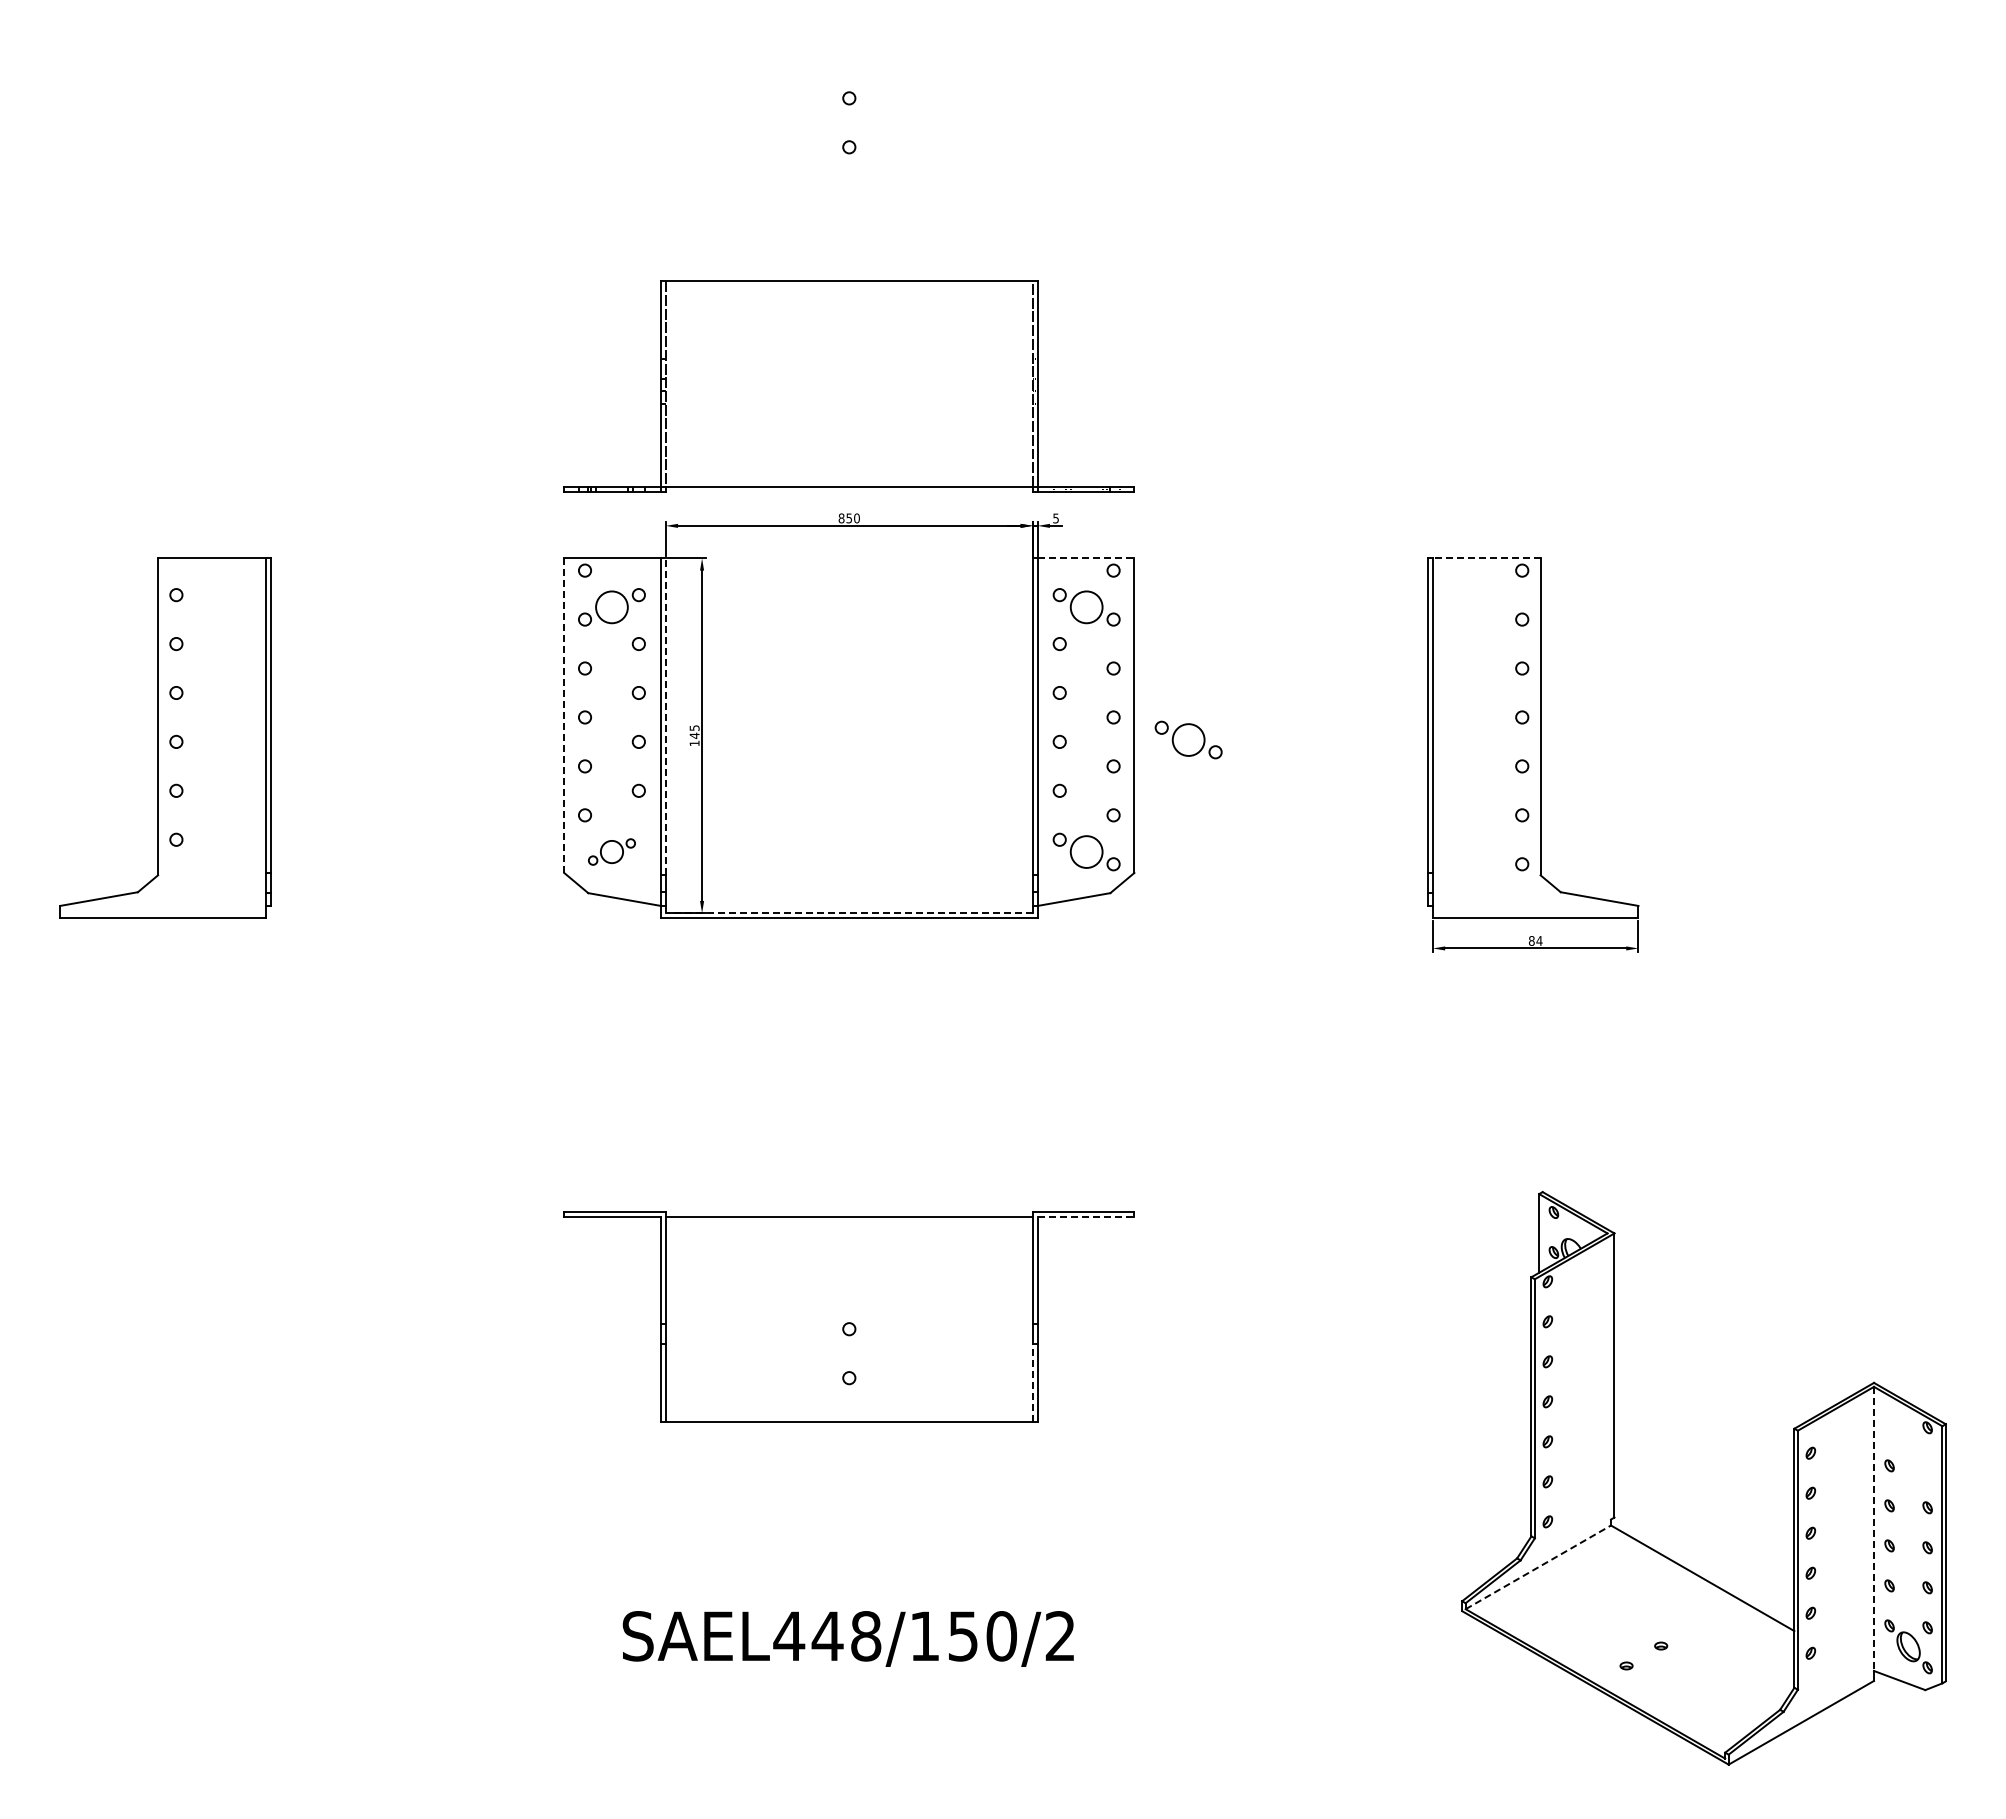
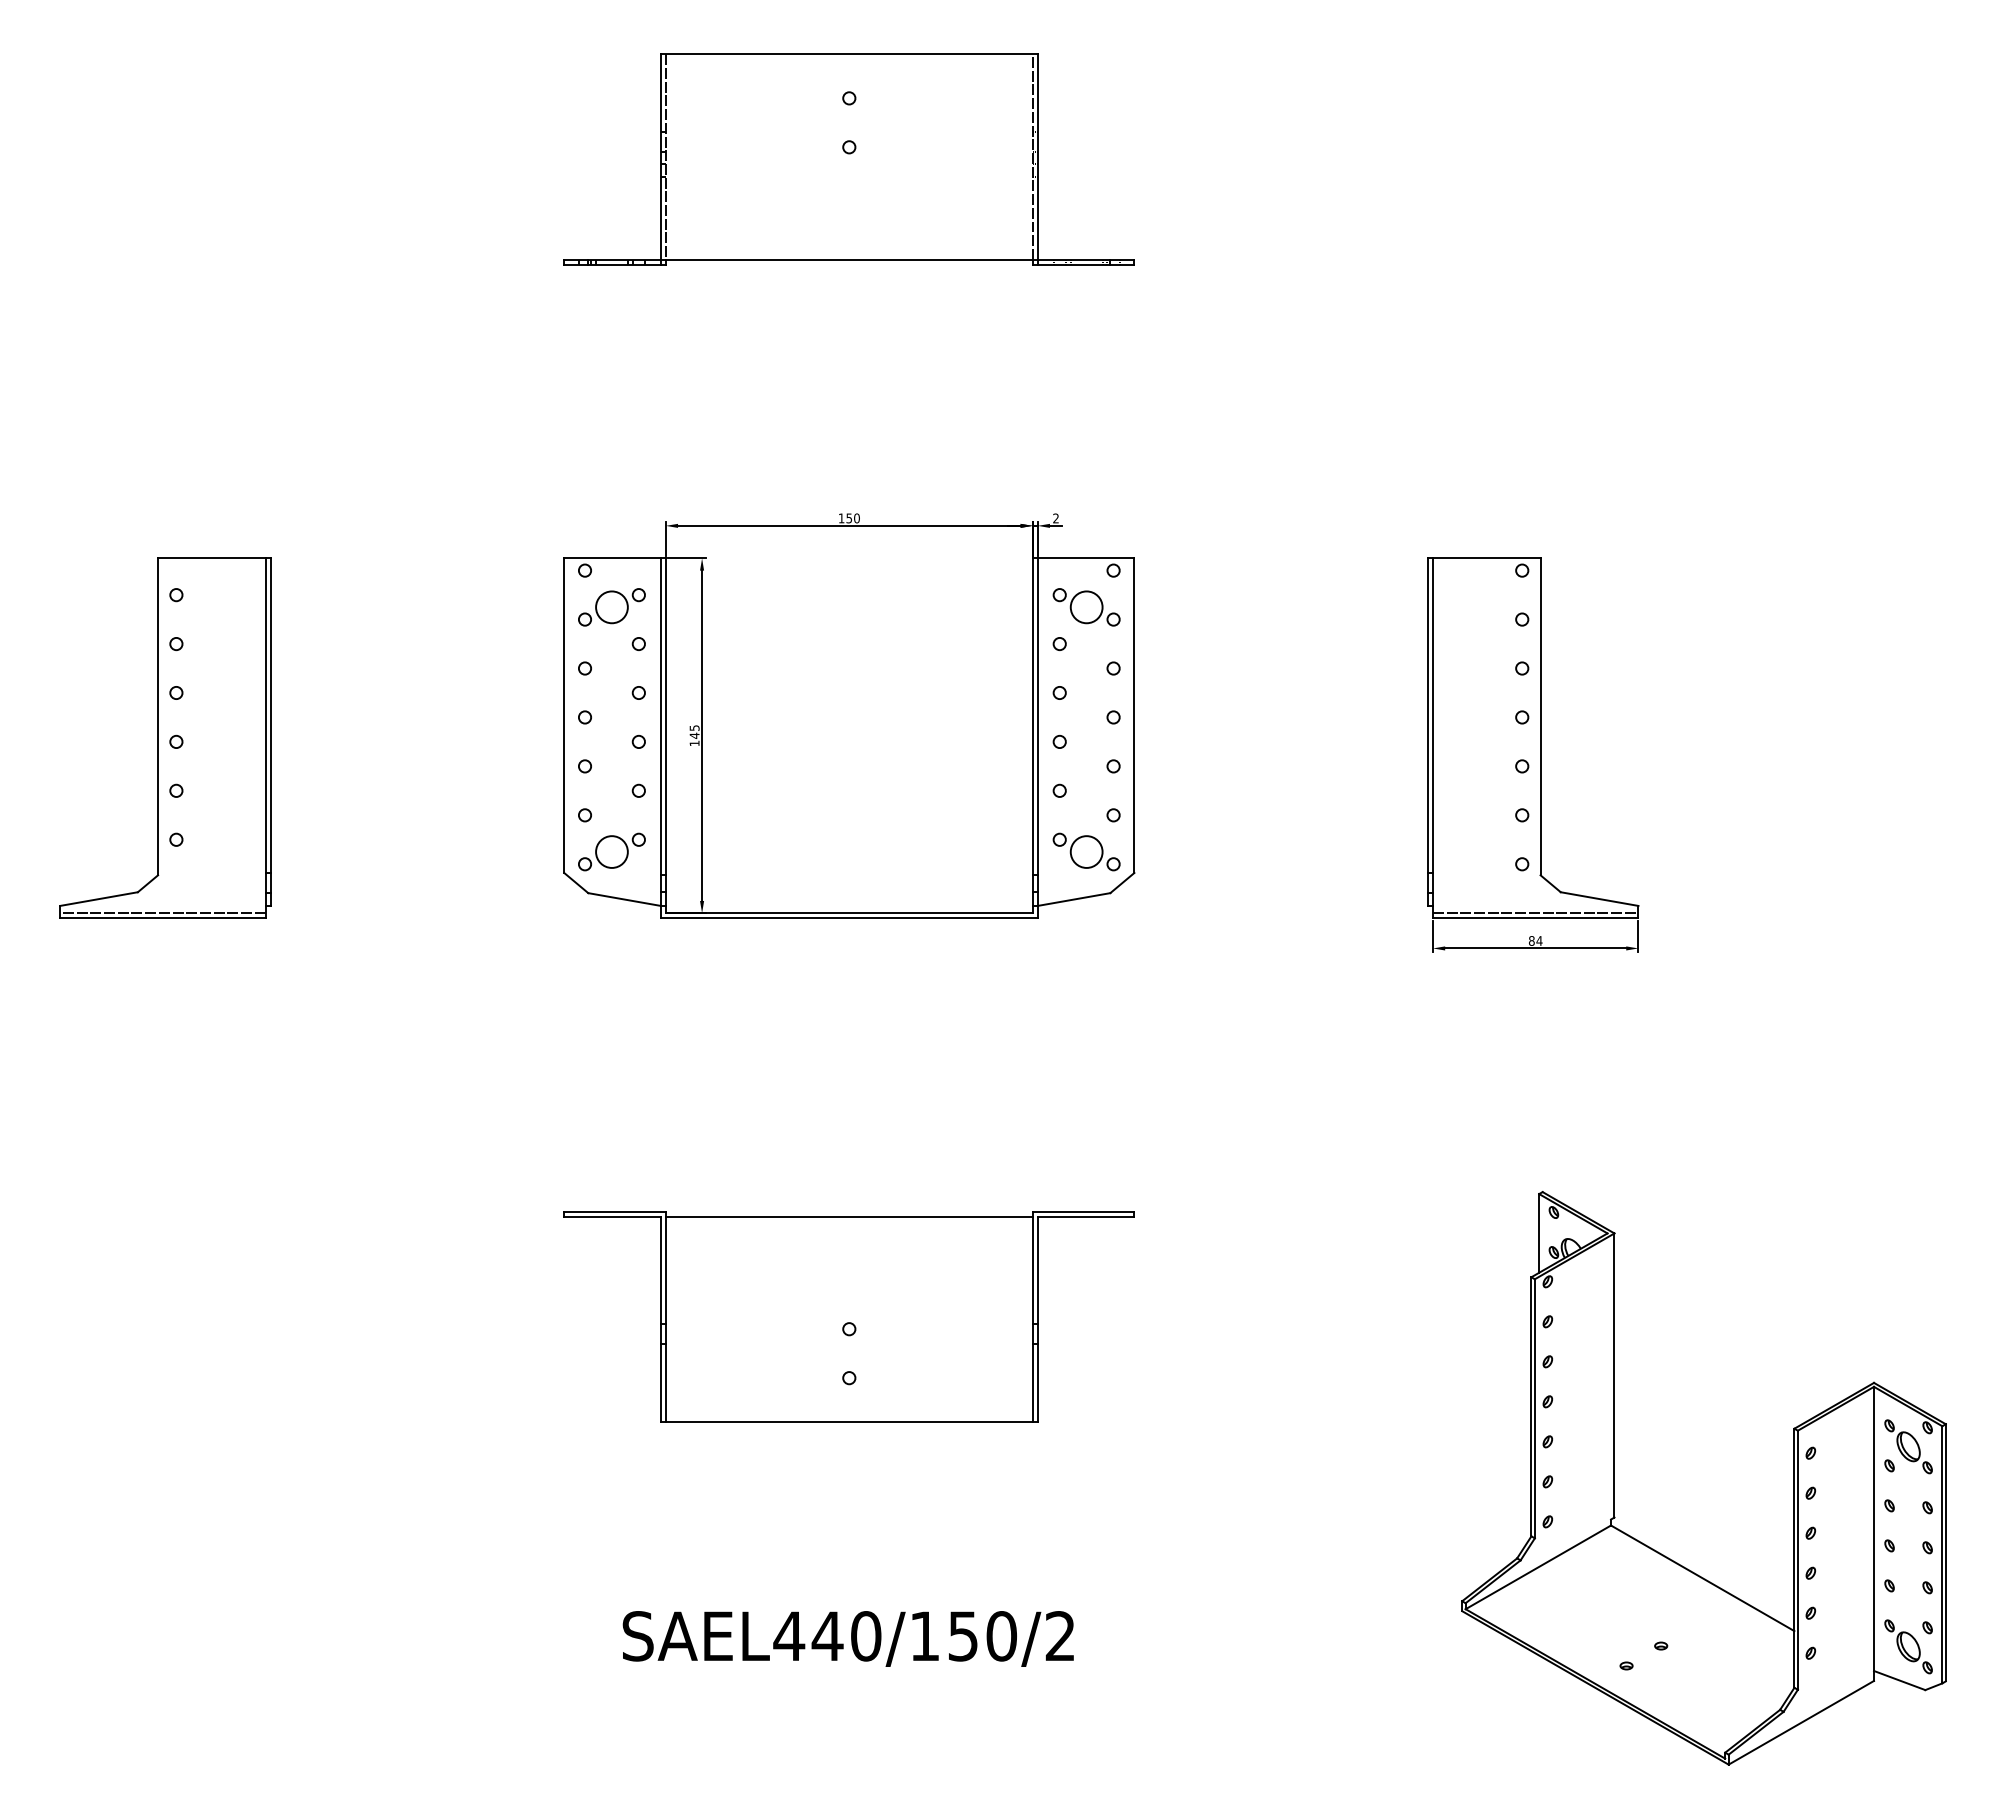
part at (848, 386) position: (848, 386) -> (848, 159)
text at (841, 518): 850 -> 150
text at (1055, 518): 5 -> 2
line at (1086, 558): dashed -> solid
line at (1486, 558): dashed -> solid
line at (564, 716): dashed -> solid
line at (665, 716): dashed -> solid
part at (1188, 739): present -> none
part at (611, 851) size: 48x28 px -> 68x40 px
line at (162, 913): none -> present
line at (849, 913): dashed -> solid
line at (1535, 913): none -> present
line at (1086, 1216): dashed -> solid
line at (1032, 1383): dashed -> solid
part at (1908, 1446): none -> present
line at (1874, 1529): dashed -> solid
line at (1538, 1567): dashed -> solid
text at (866, 1636): SAEL448/150/2 -> SAEL440/150/2
